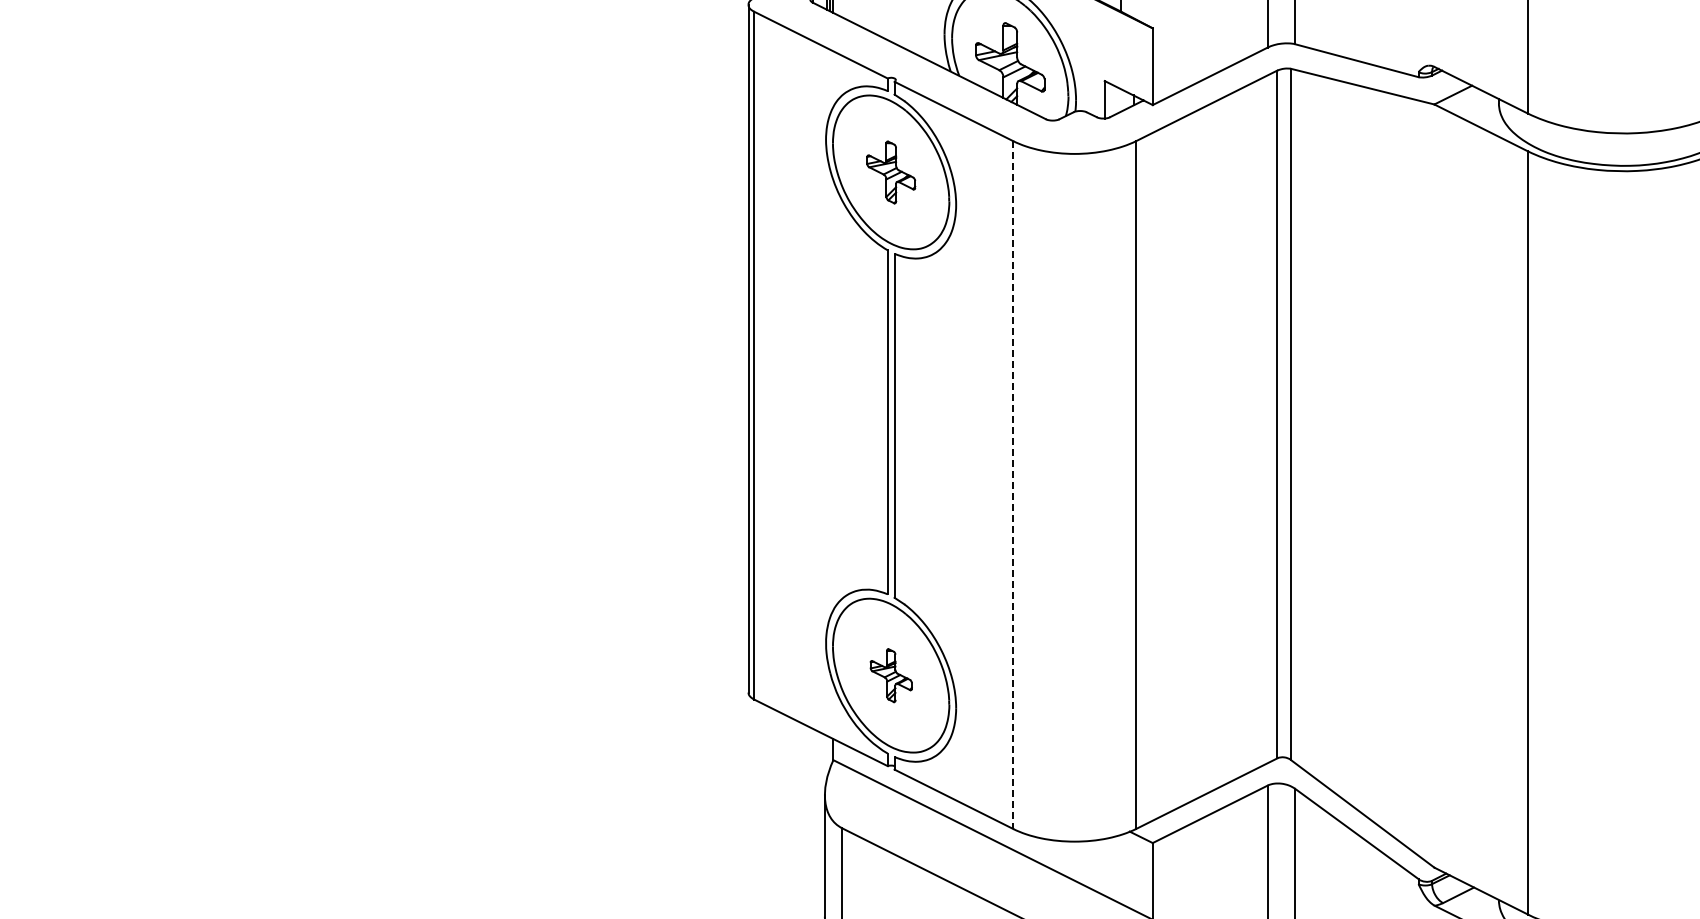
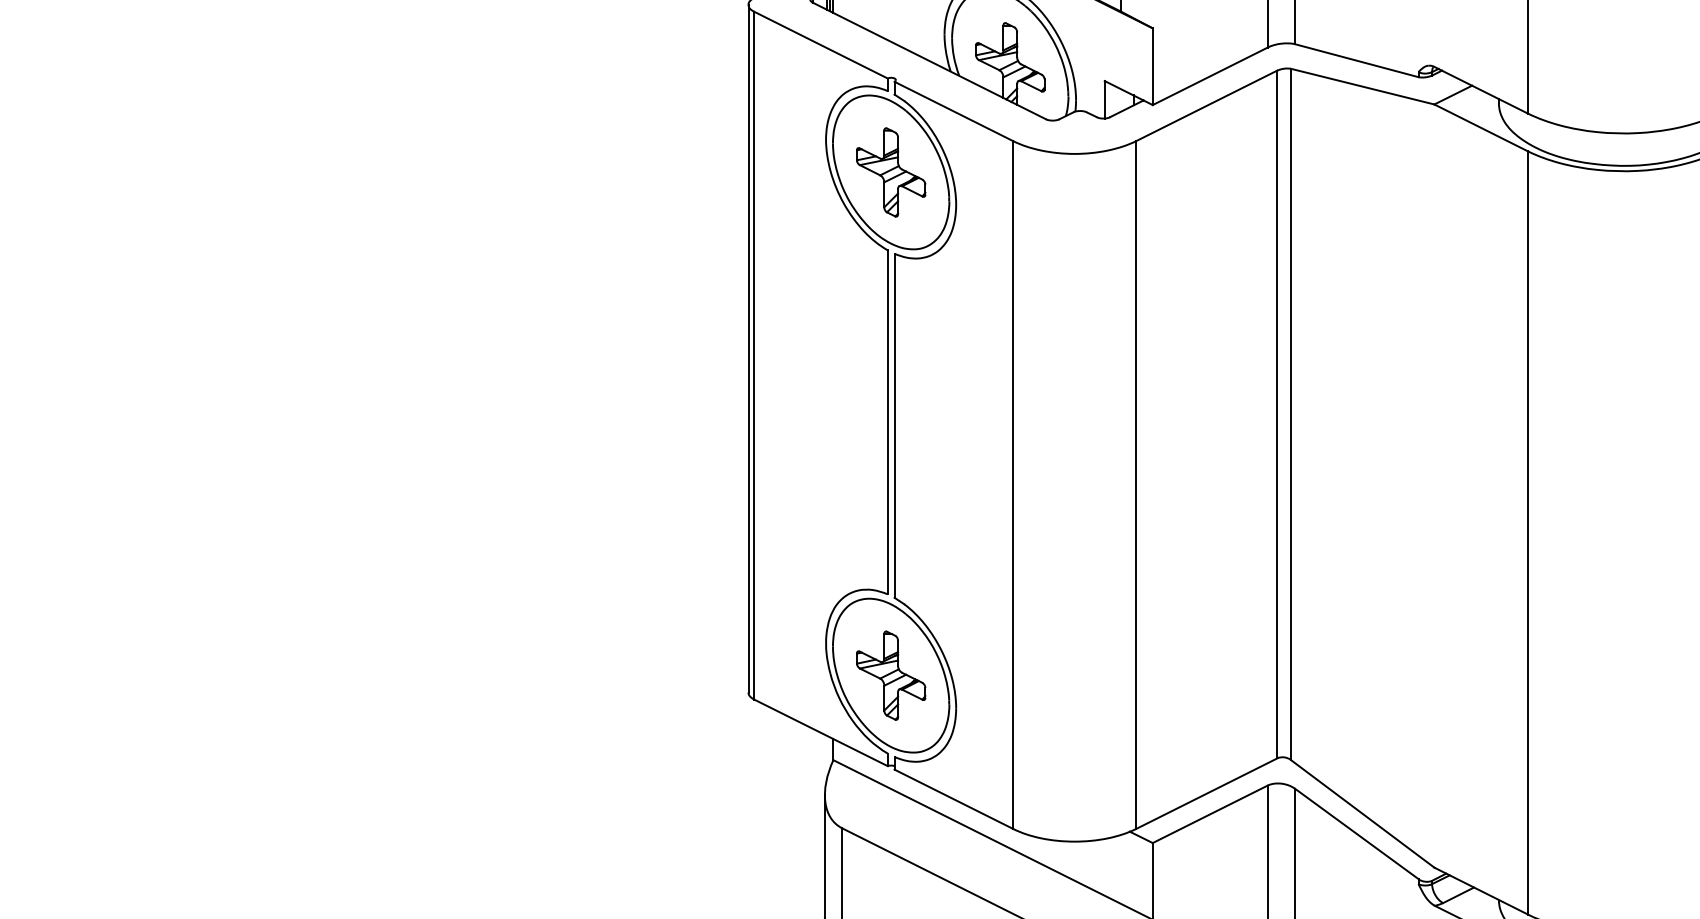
part at (891, 172) size: 51x65 px -> 71x91 px
line at (1013, 485): dashed -> solid
part at (890, 675) size: 44x56 px -> 71x91 px
